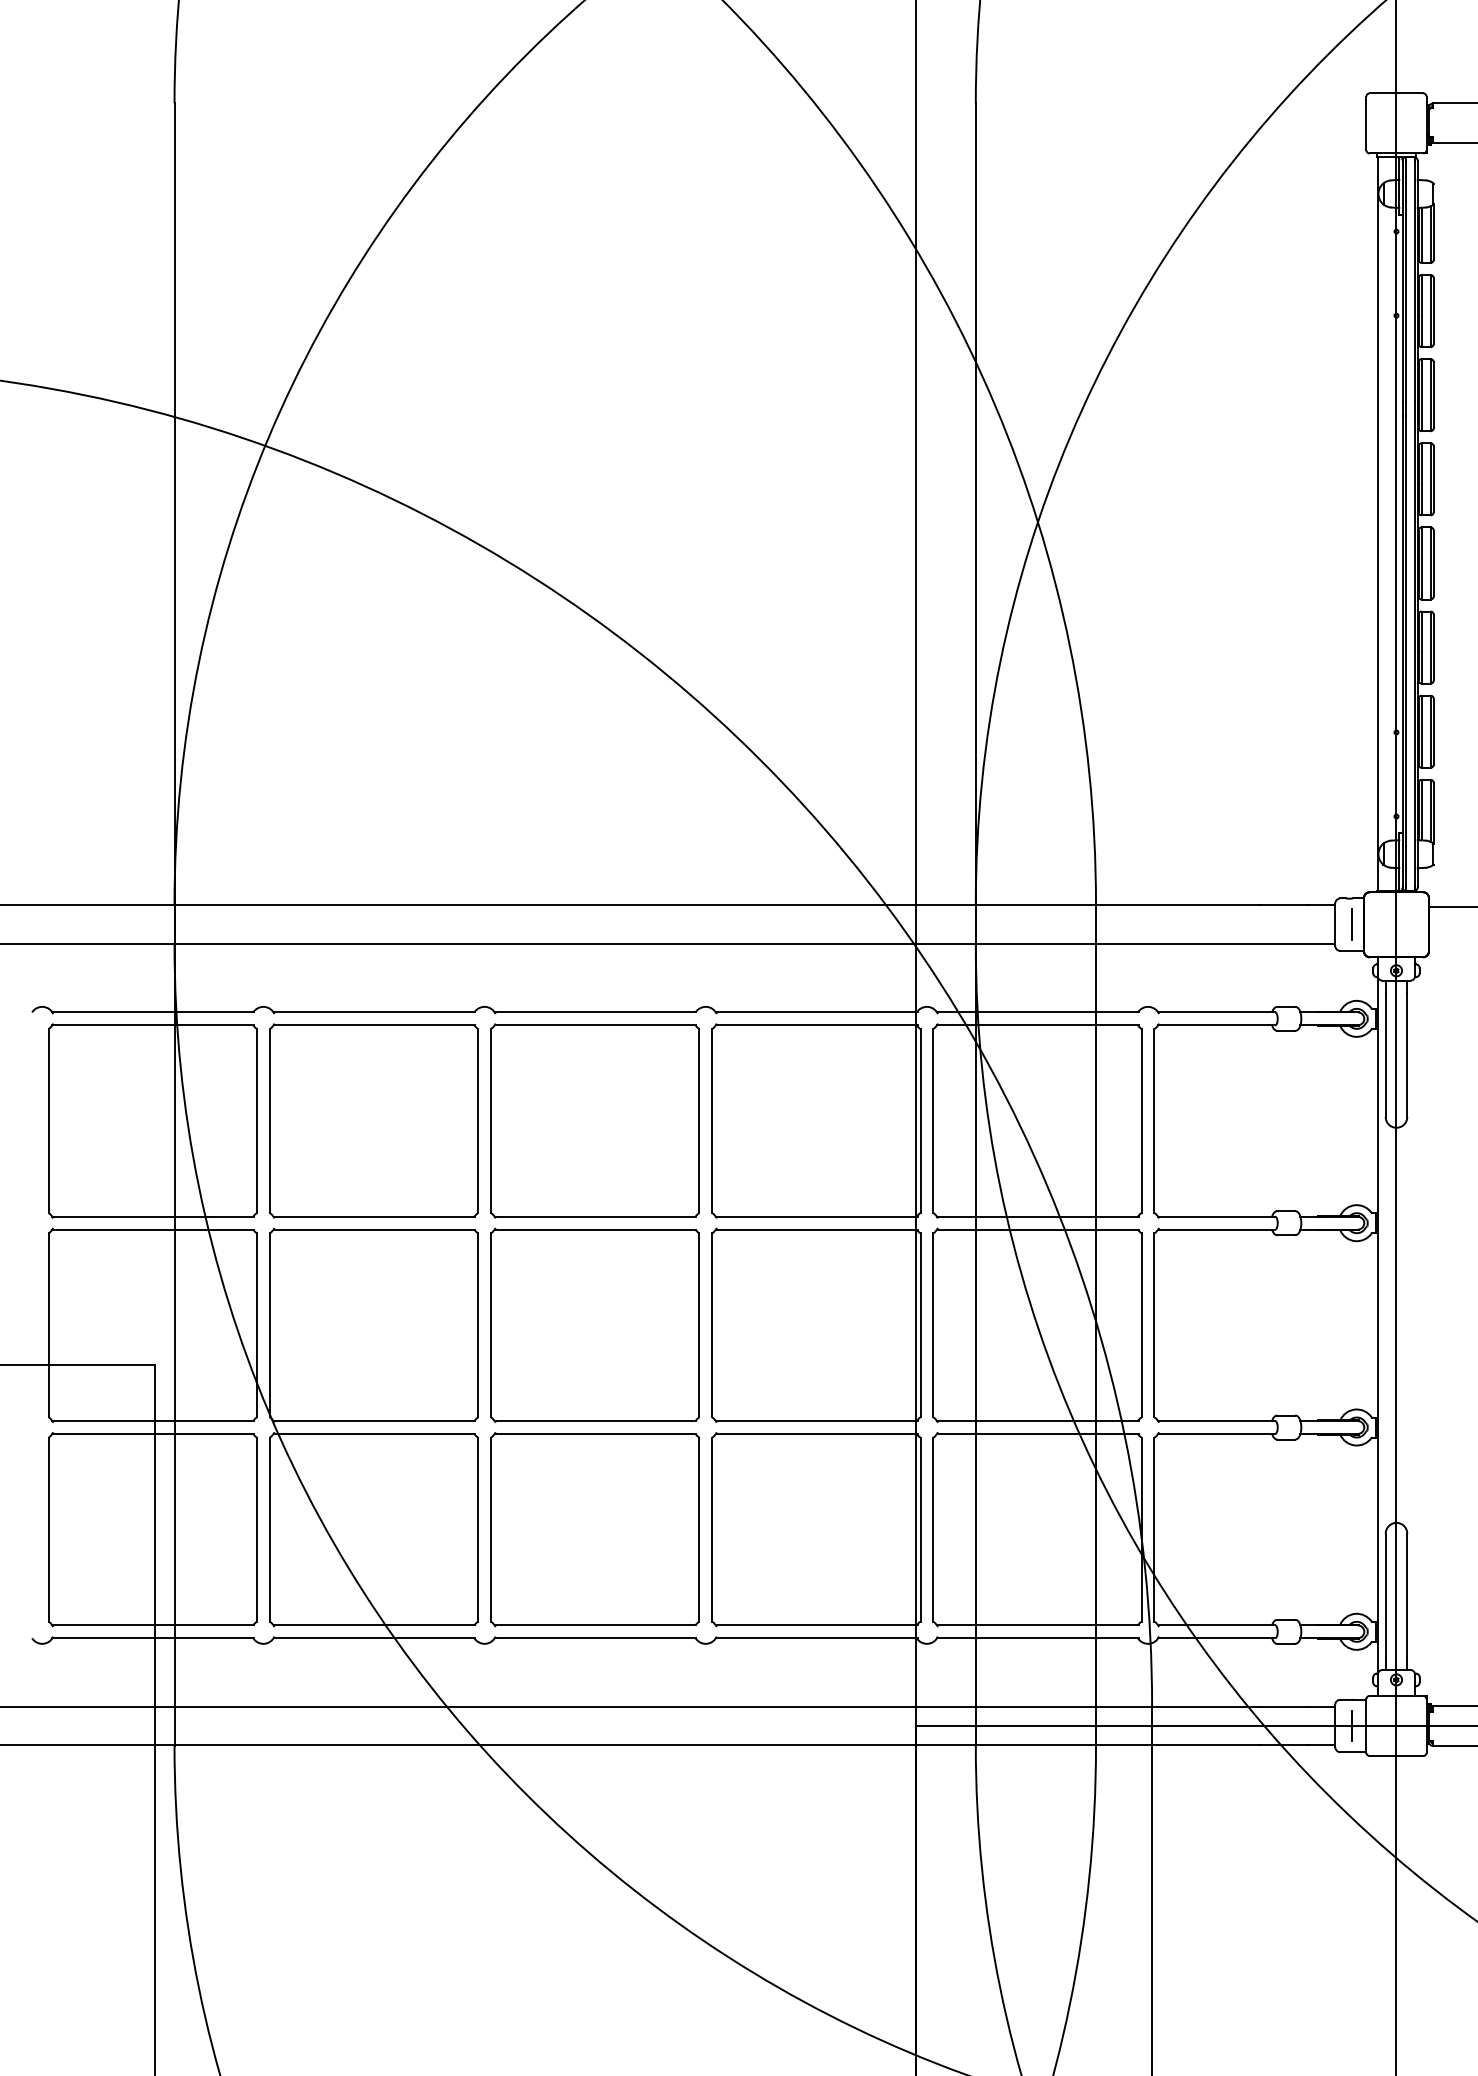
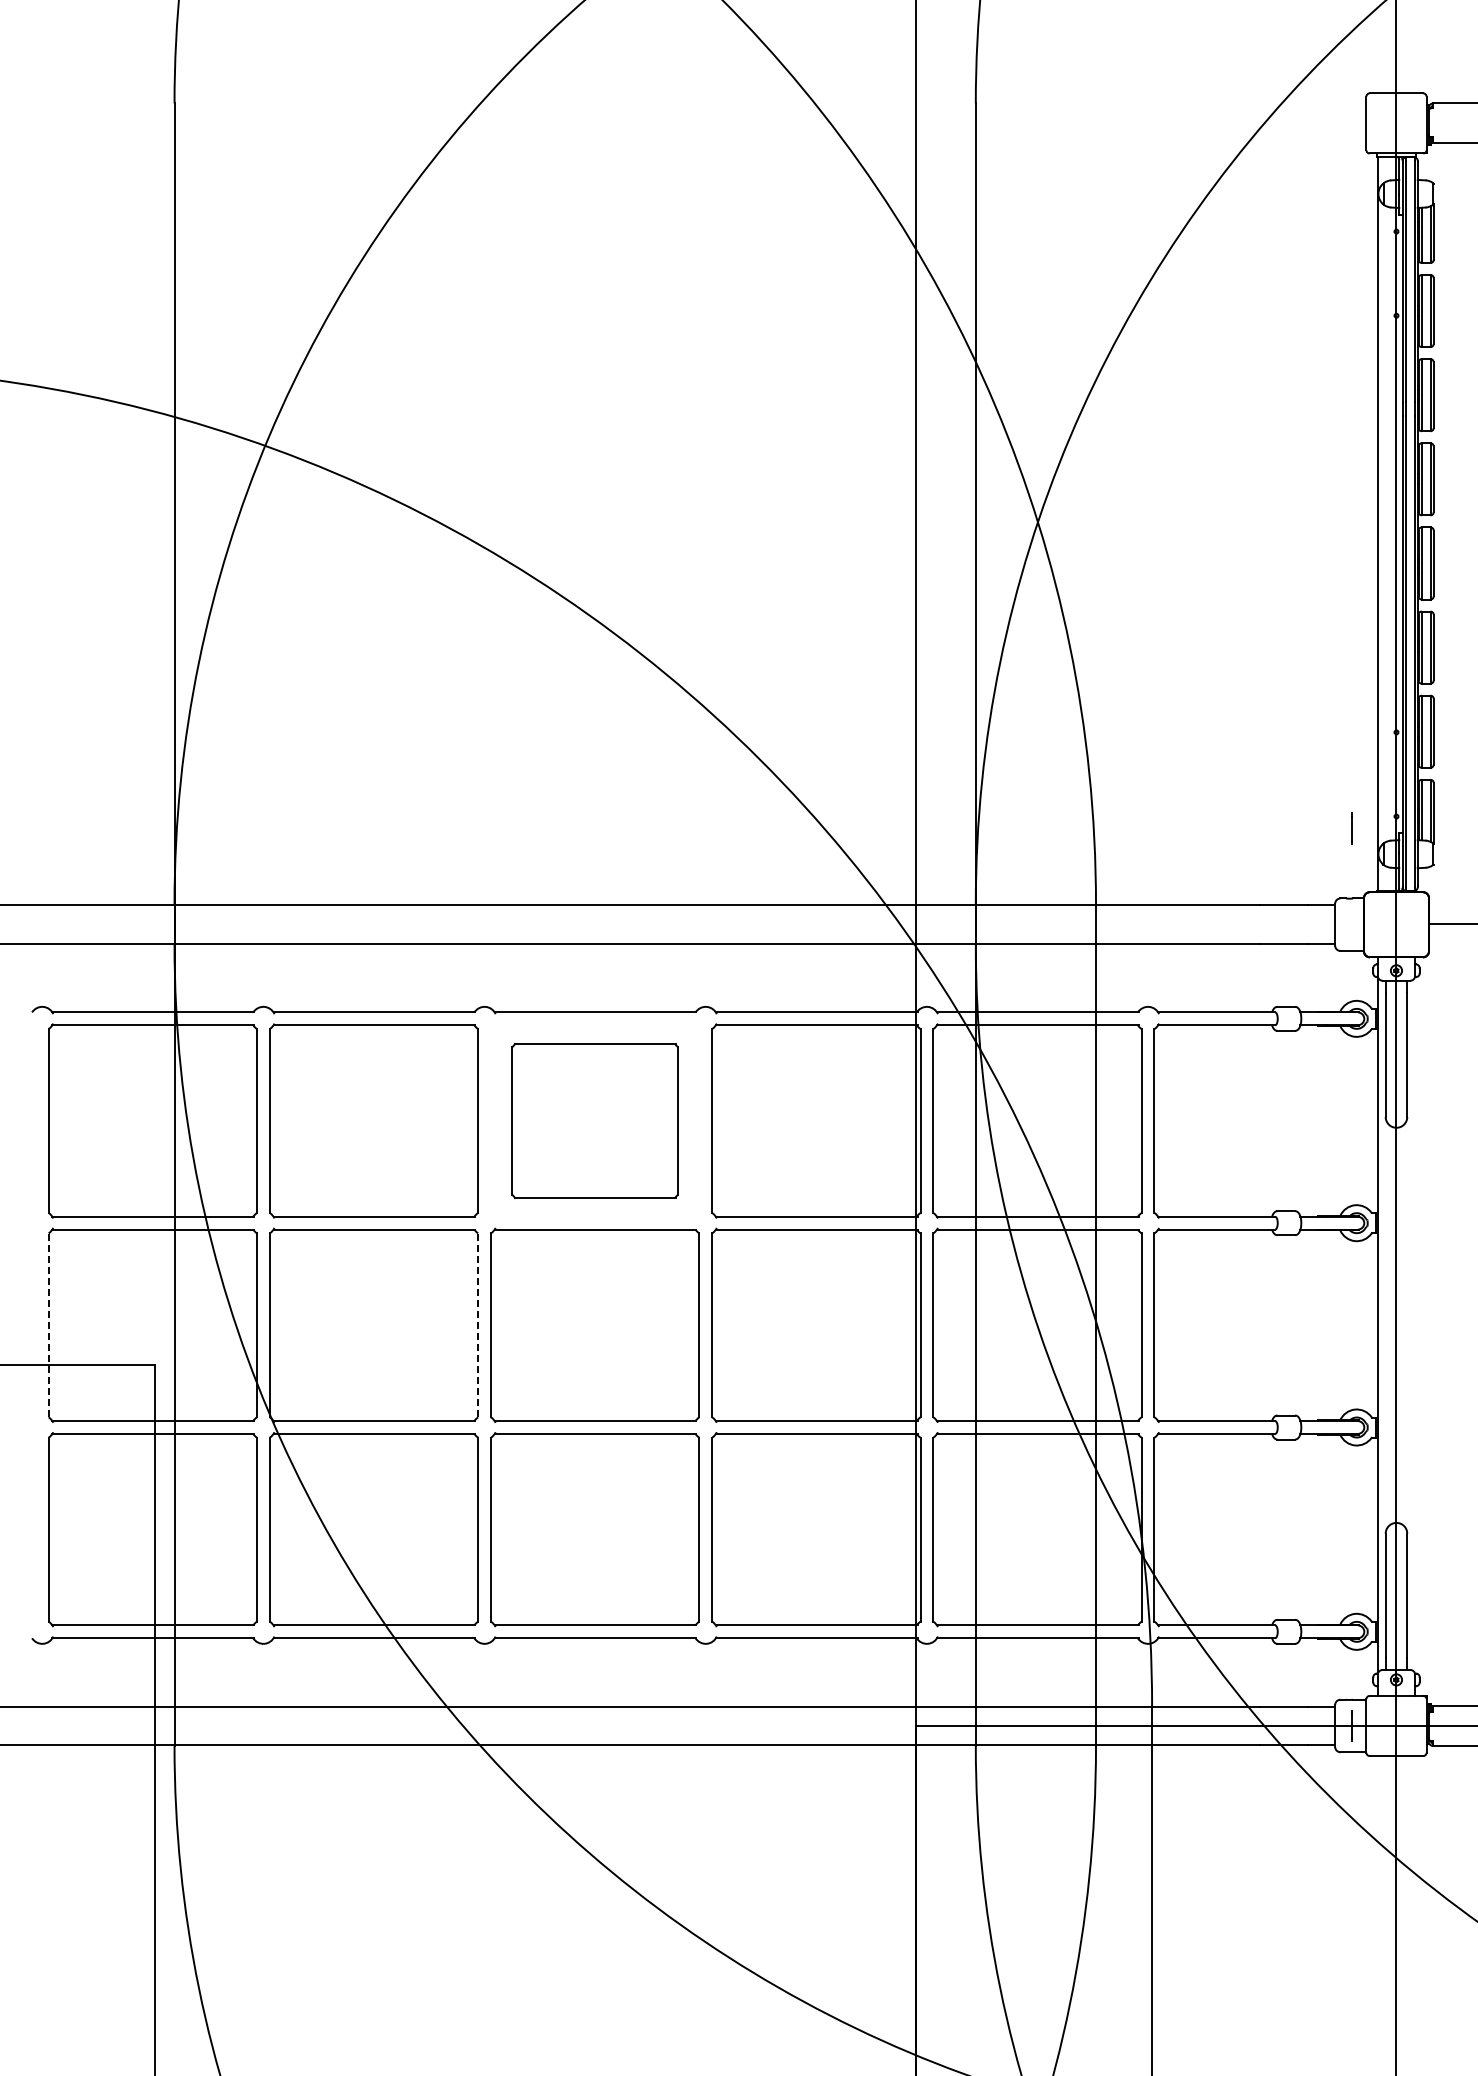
line at (1451, 906) position: (1451, 906) -> (1451, 923)
line at (1351, 924) position: (1351, 924) -> (1351, 828)
part at (594, 1120) size: 210x196 px -> 168x158 px
line at (48, 1325): solid -> dashed
line at (478, 1325): solid -> dashed
